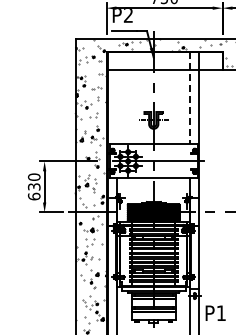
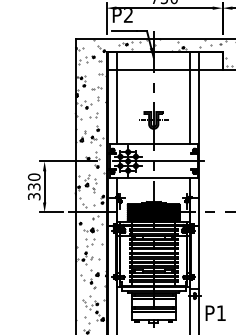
line at (117, 97): none -> present
line at (190, 98): dashed -> solid
text at (33, 196): 630 -> 330
